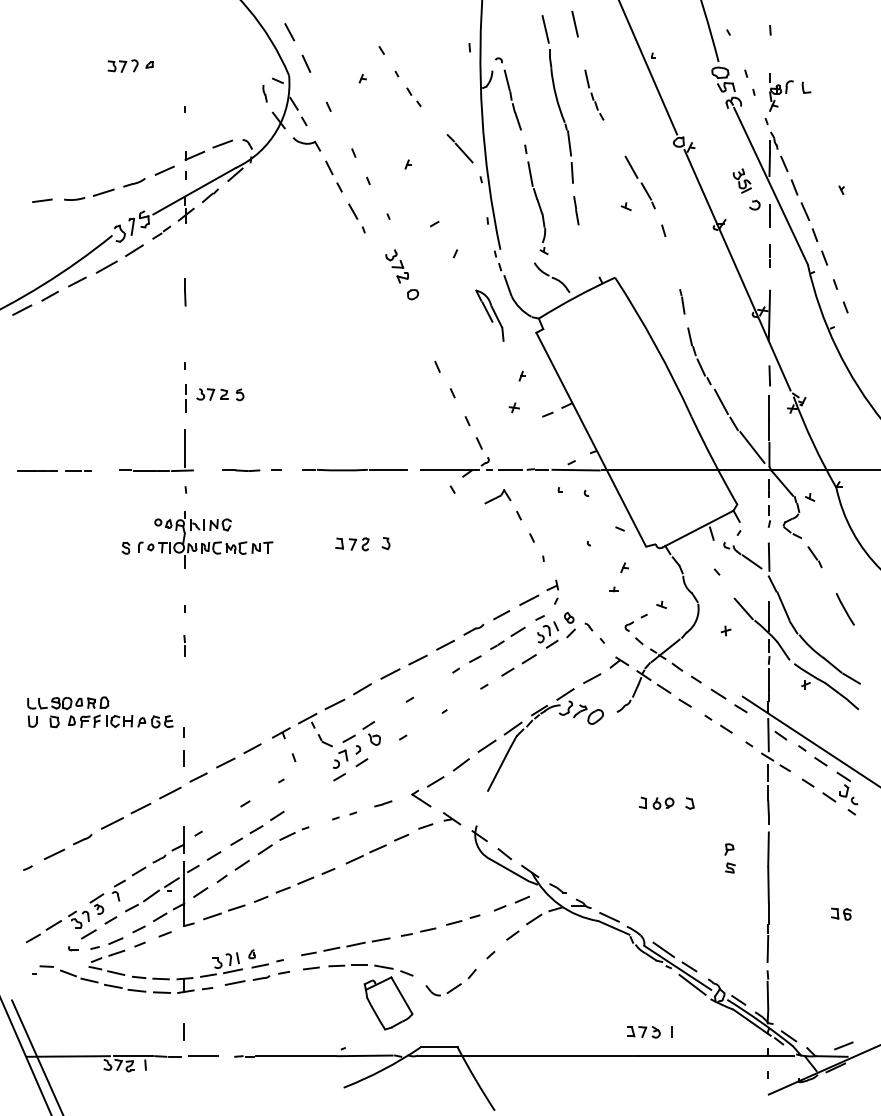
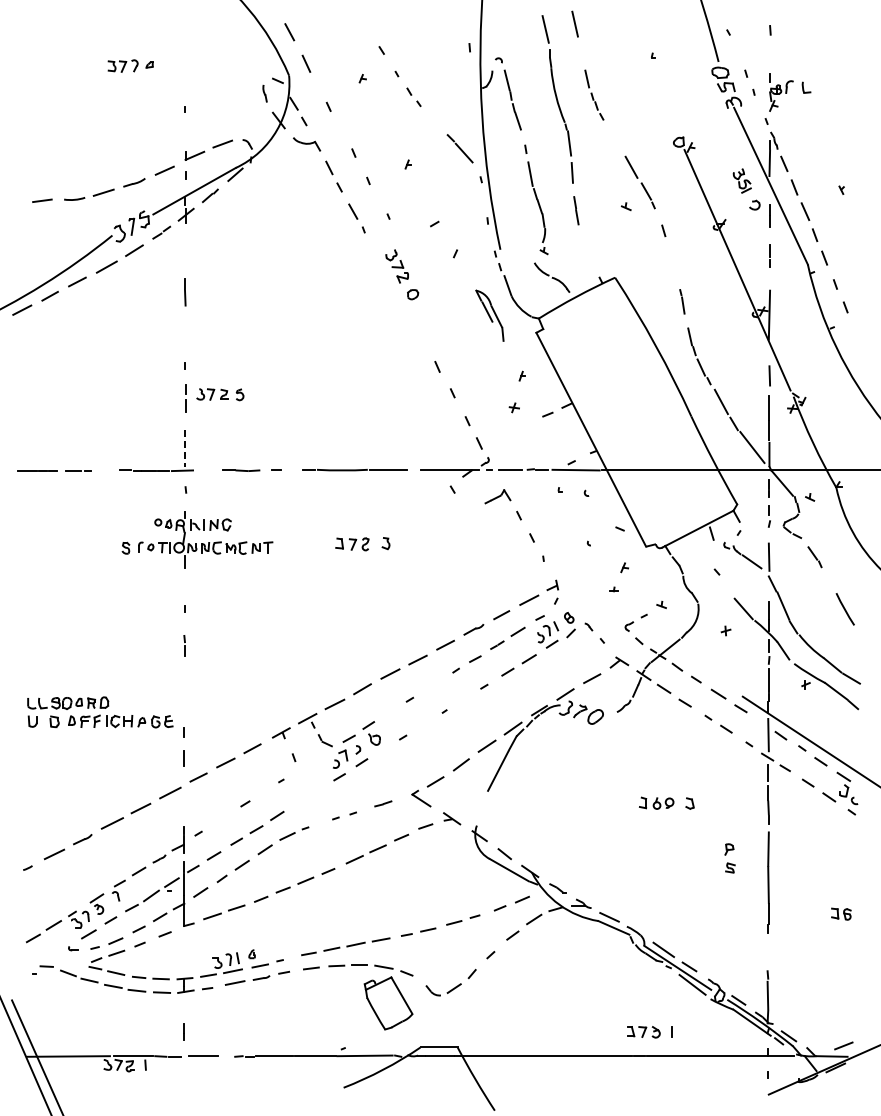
line at (648, 68): present -> none
line at (184, 448): solid -> dashed
line at (767, 948): present -> none
